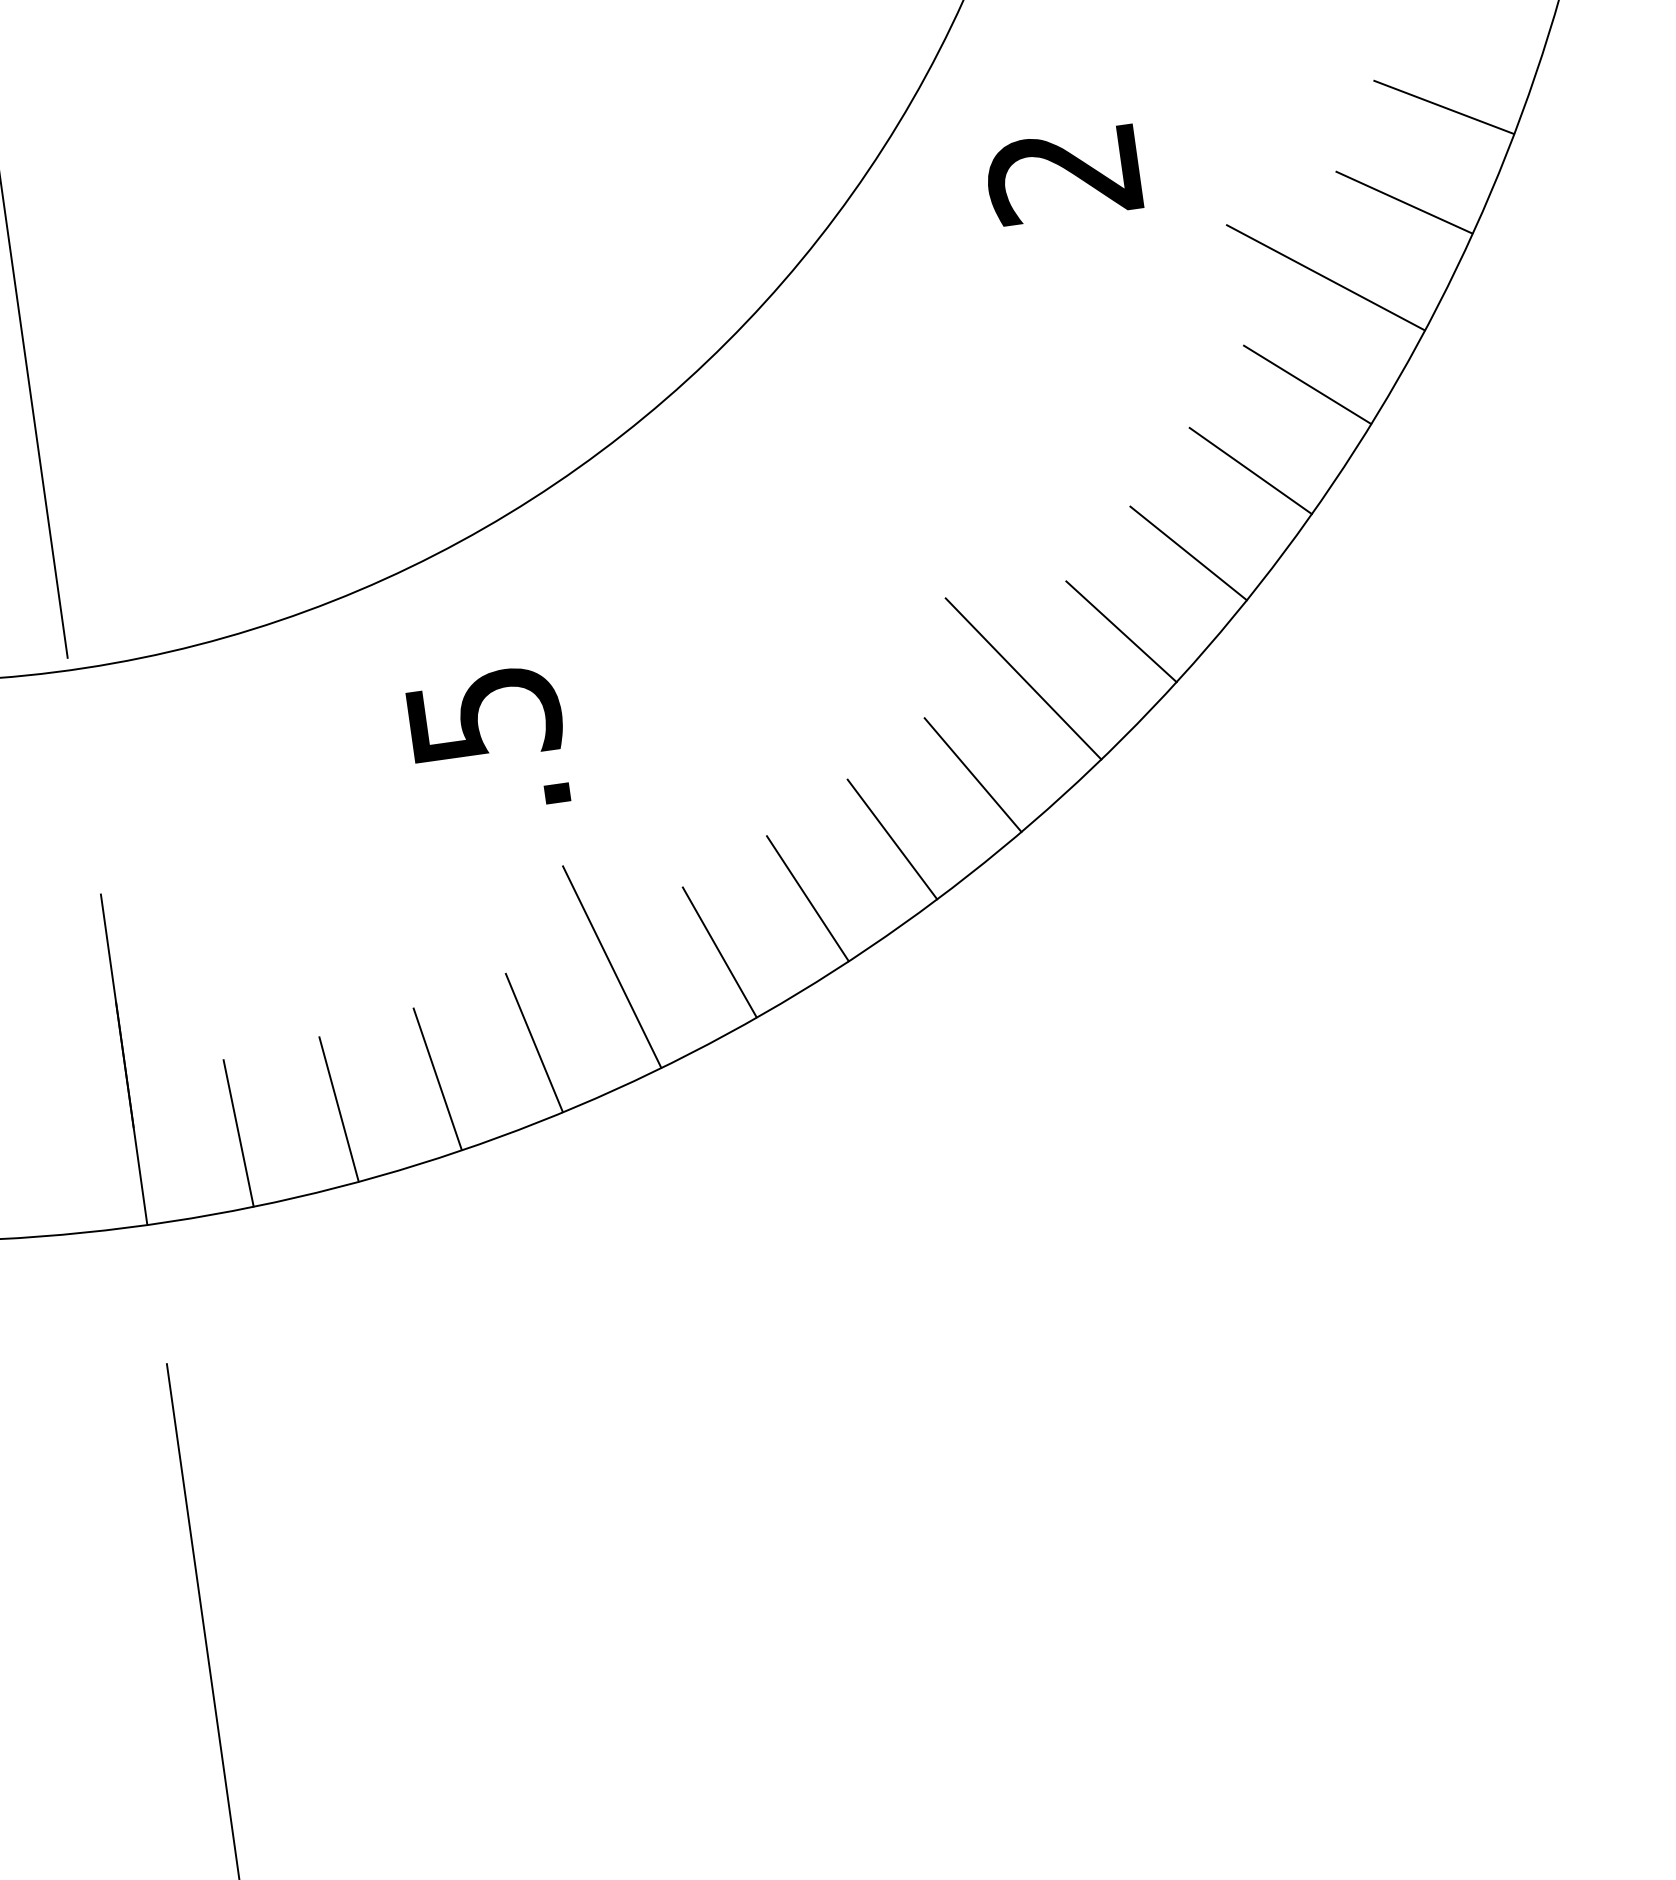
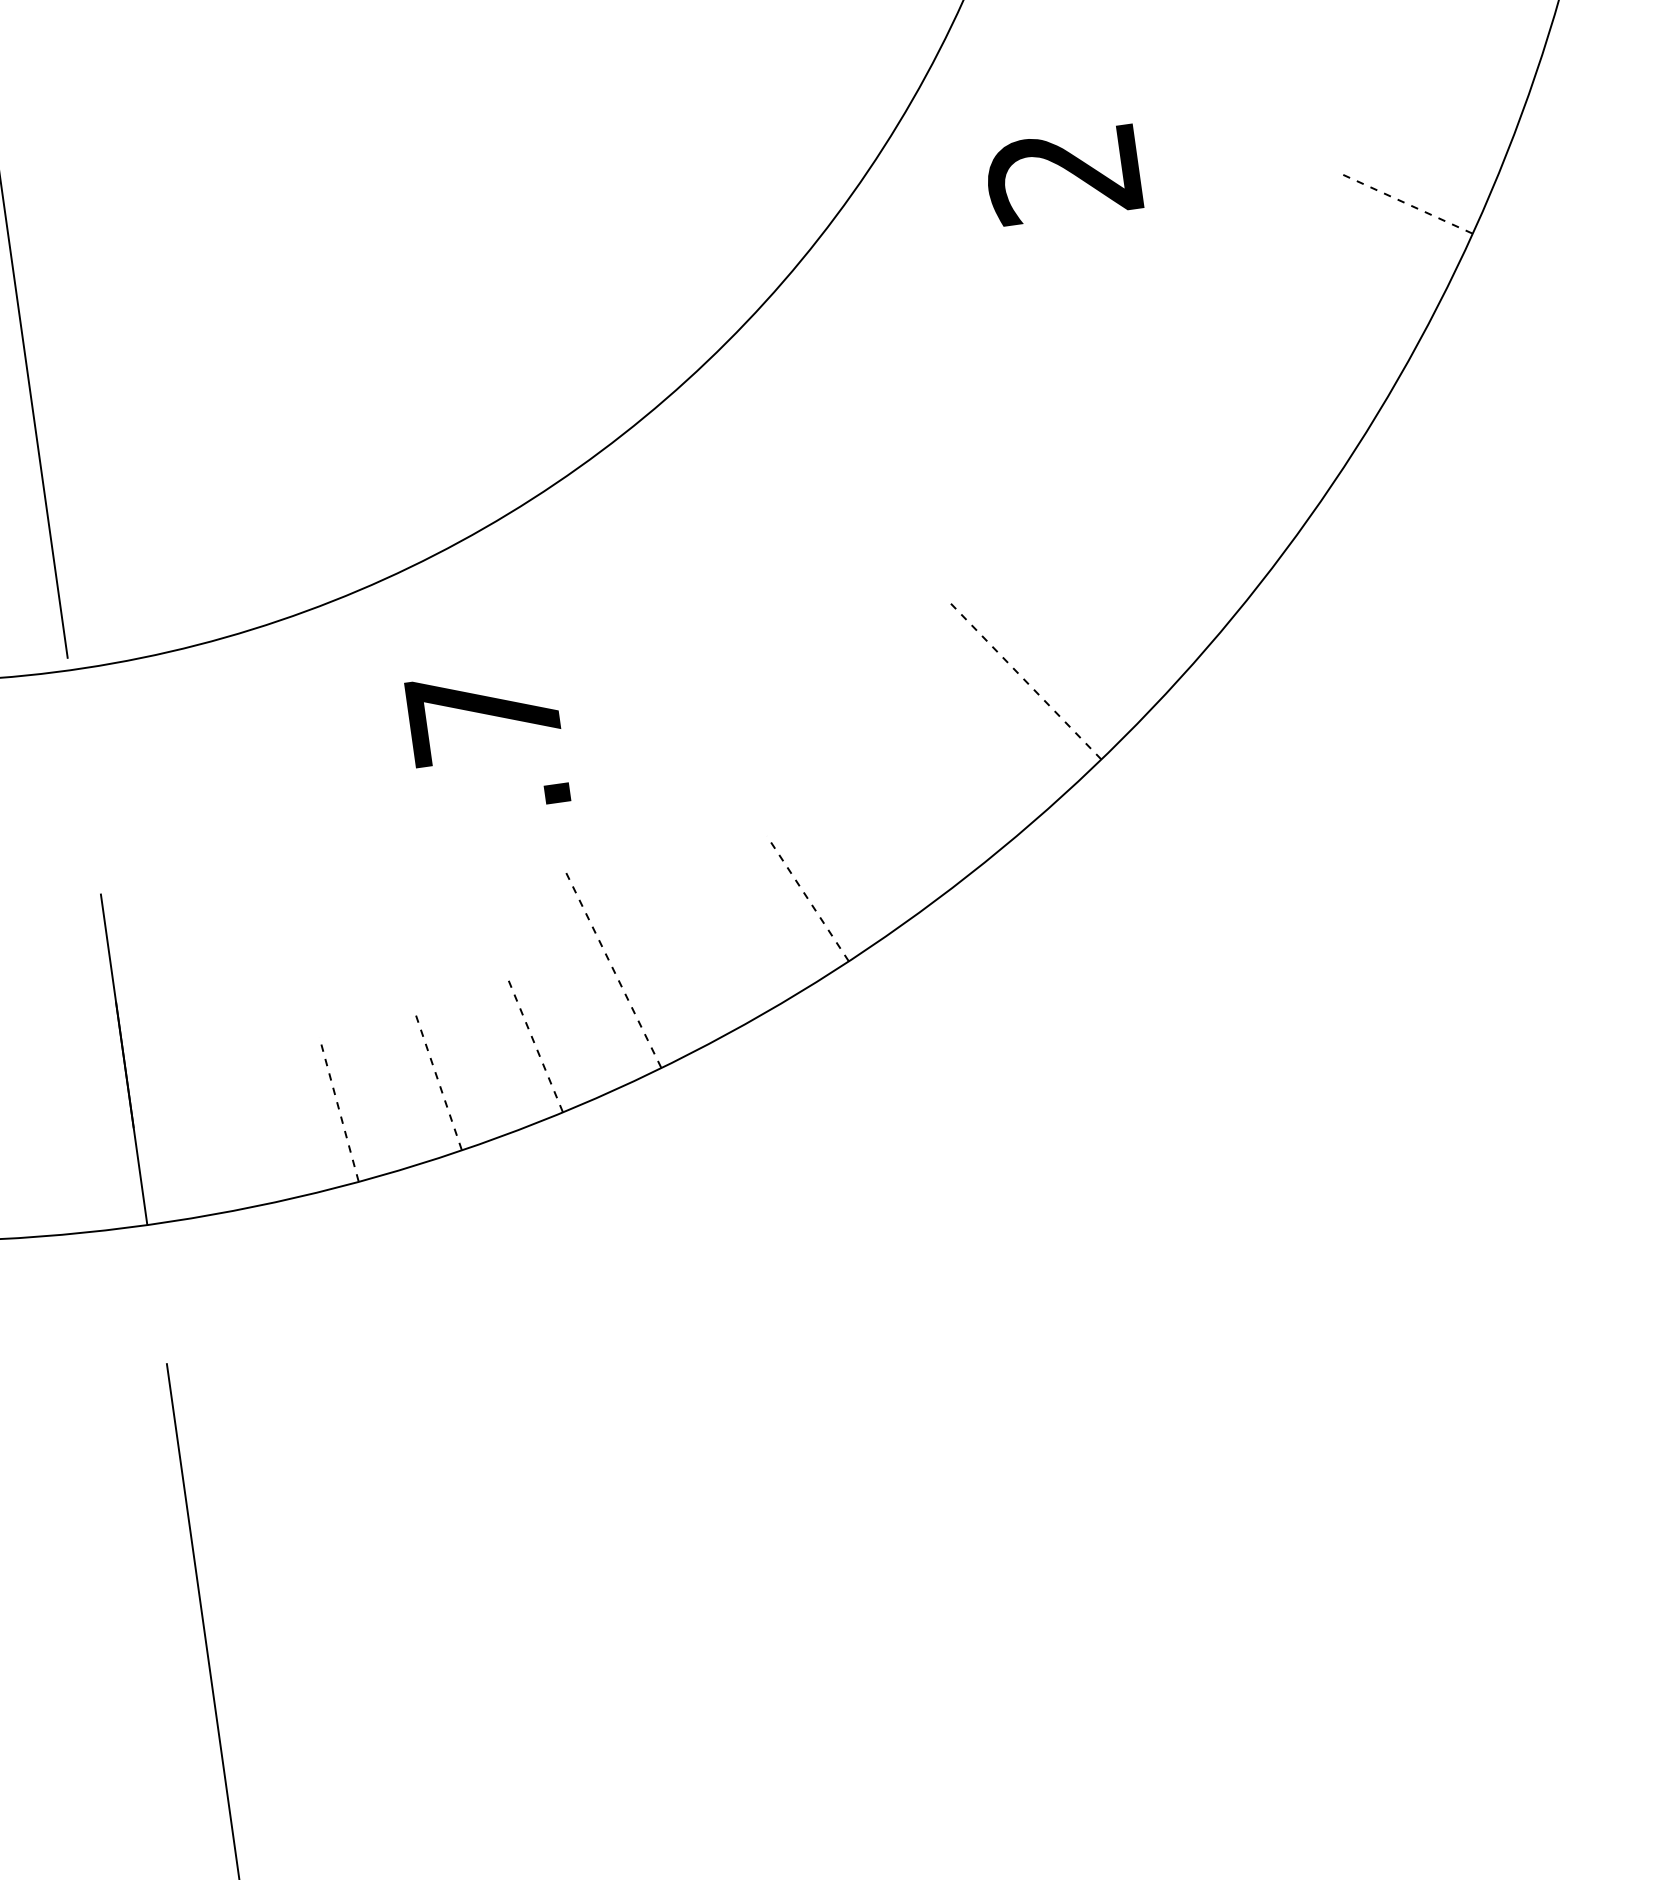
line at (1443, 106): present -> none
line at (1404, 202): solid -> dashed
line at (1325, 277): present -> none
line at (1307, 384): present -> none
line at (1250, 470): present -> none
line at (1188, 553): present -> none
line at (1121, 631): present -> none
line at (1023, 678): solid -> dashed
text at (483, 718): .5 -> .7
line at (972, 774): present -> none
line at (892, 839): present -> none
line at (807, 898): solid -> dashed
line at (719, 952): present -> none
line at (611, 966): solid -> dashed
line at (534, 1042): solid -> dashed
line at (437, 1079): solid -> dashed
line at (339, 1109): solid -> dashed
line at (238, 1133): present -> none
